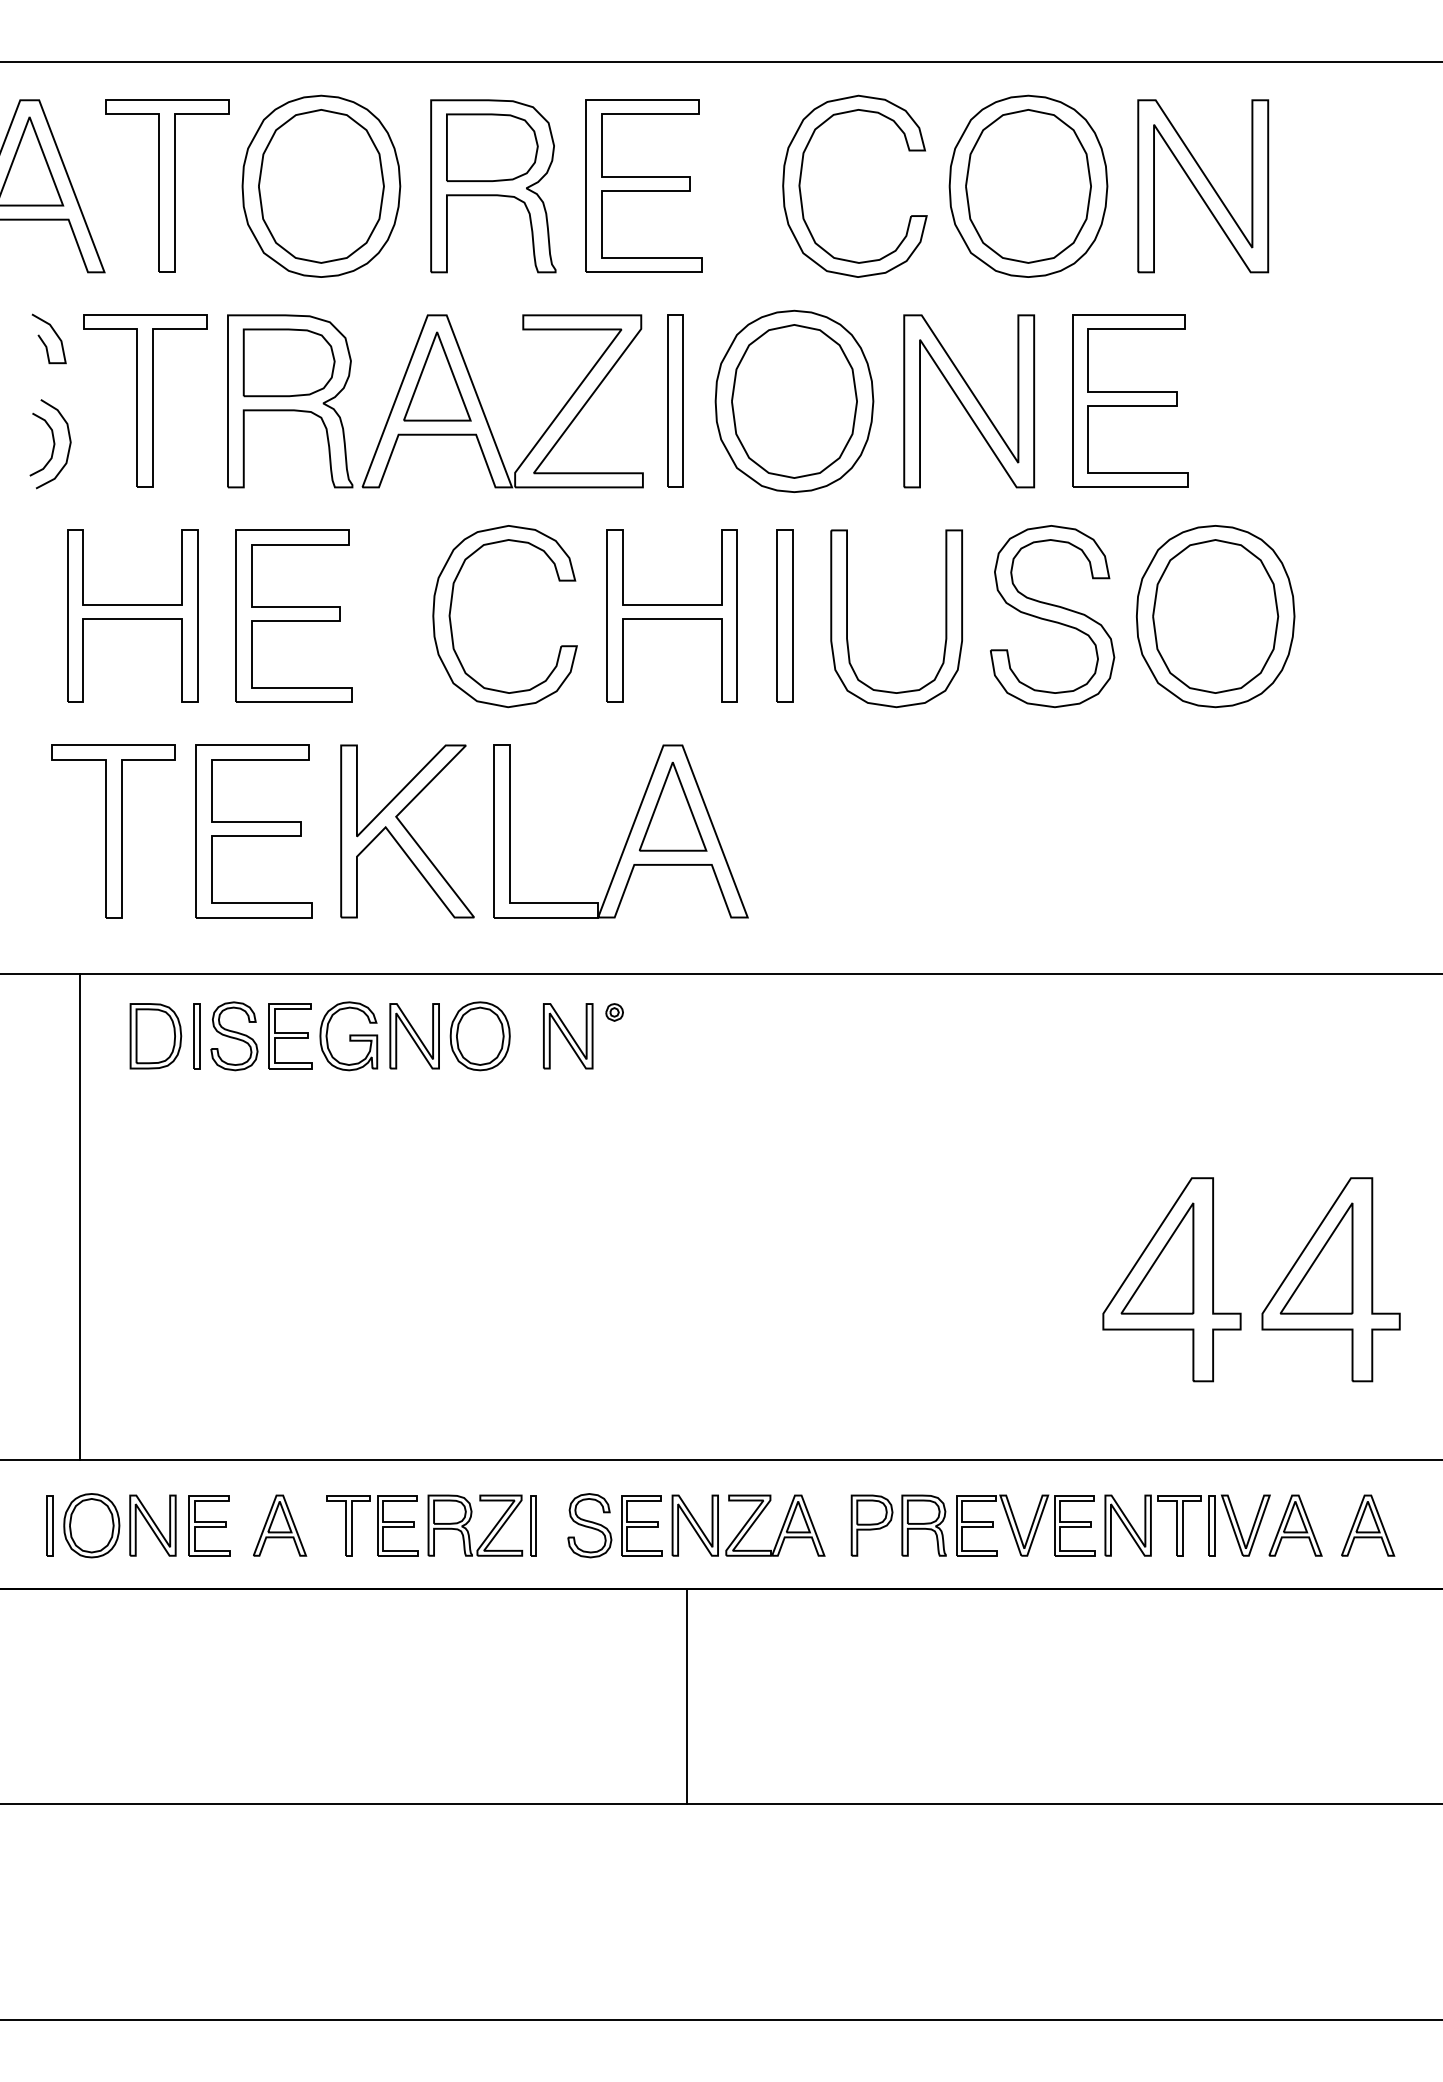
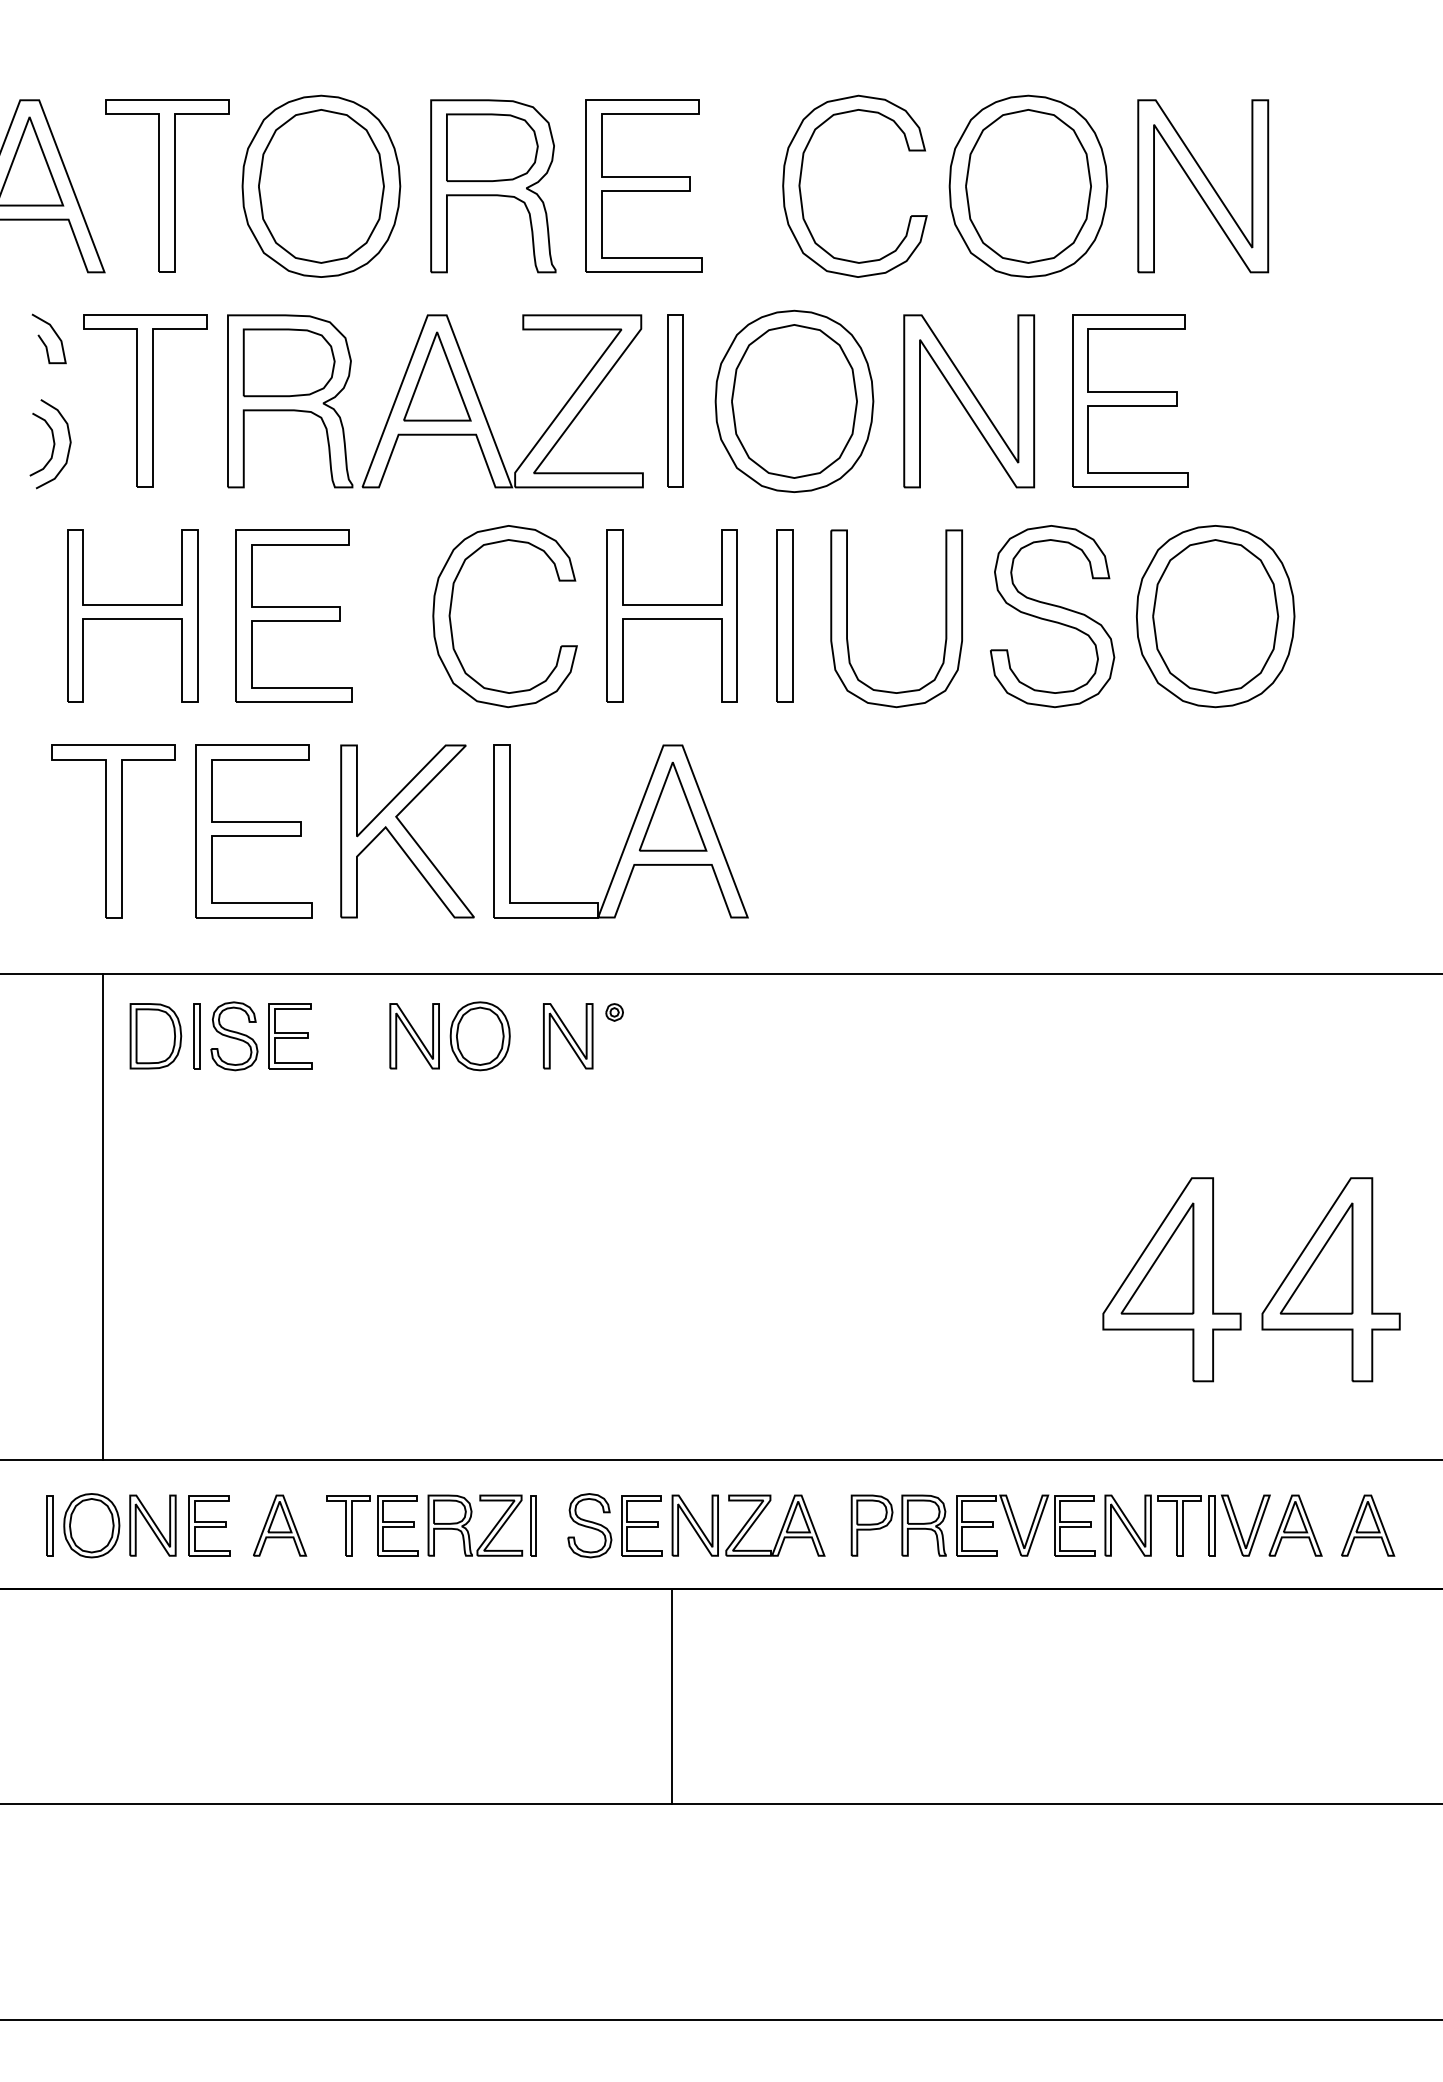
line at (720, 62): present -> none
part at (348, 1036): present -> none
line at (80, 1217) position: (80, 1217) -> (103, 1217)
line at (687, 1696) position: (687, 1696) -> (672, 1696)
